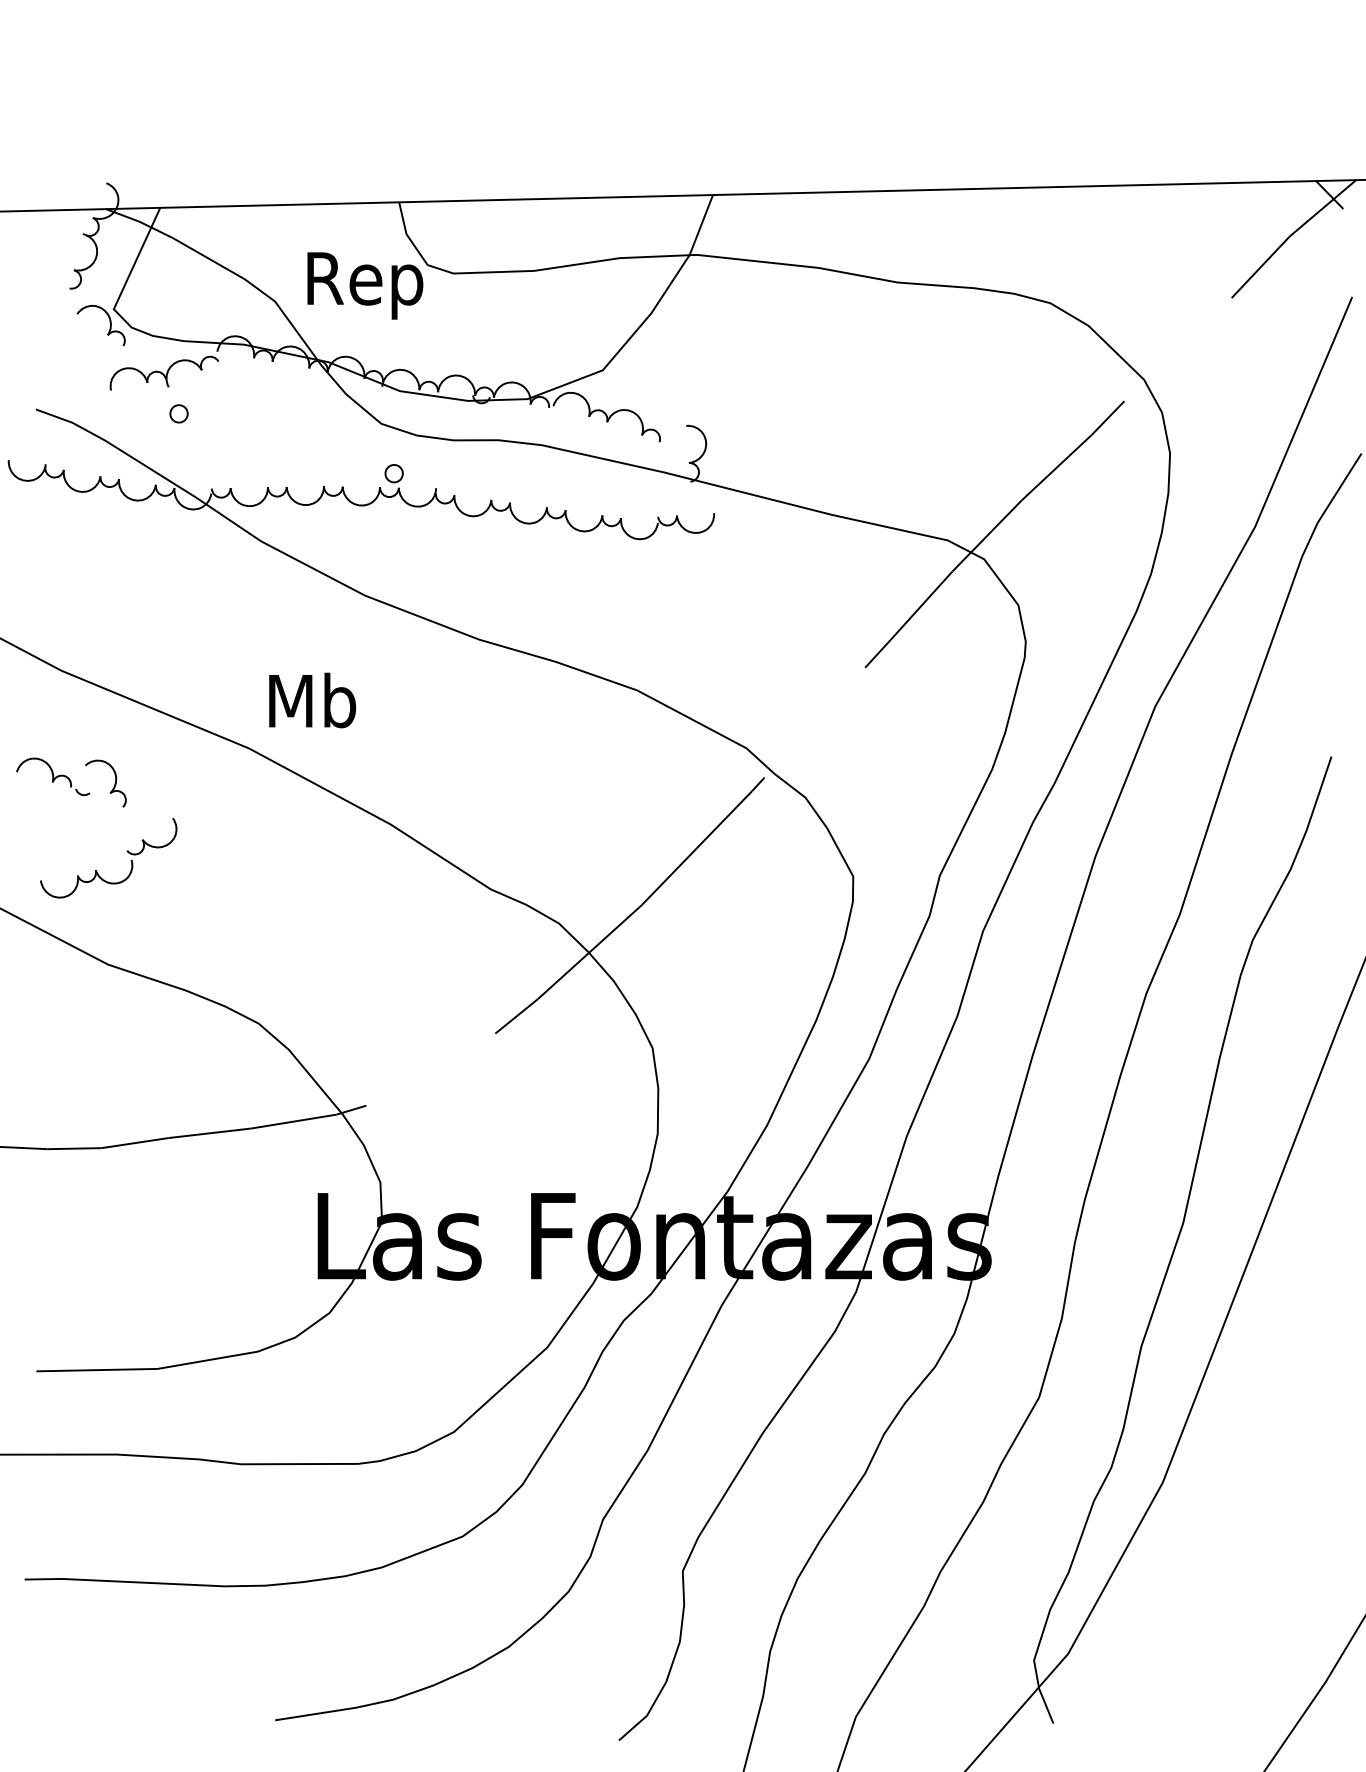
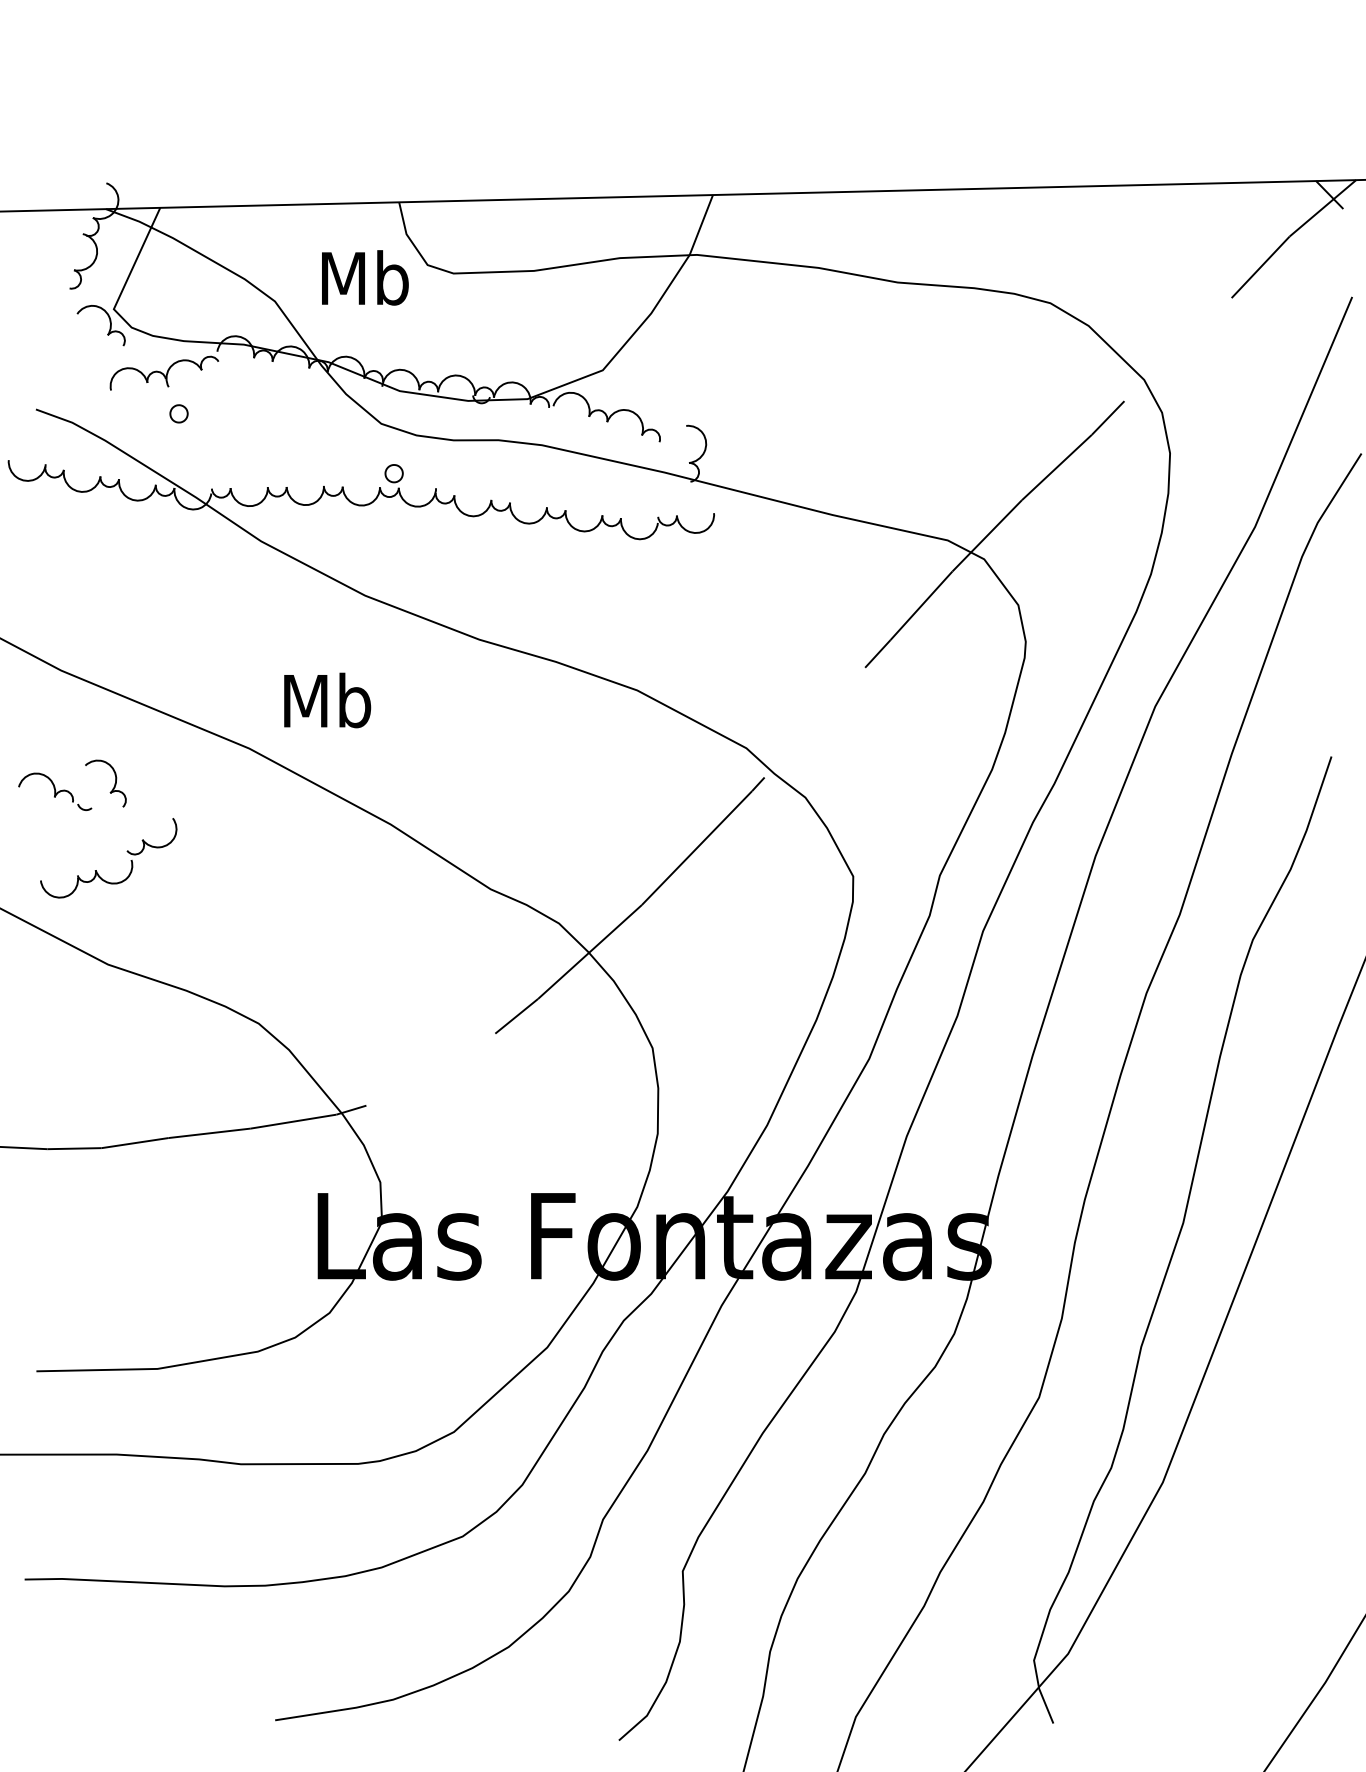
text at (365, 284): Rep -> Mb
text at (312, 700) position: (312, 700) -> (327, 700)
part at (53, 776) position: (53, 776) -> (55, 791)
